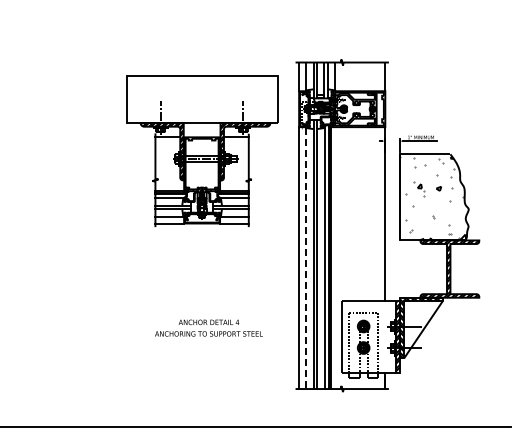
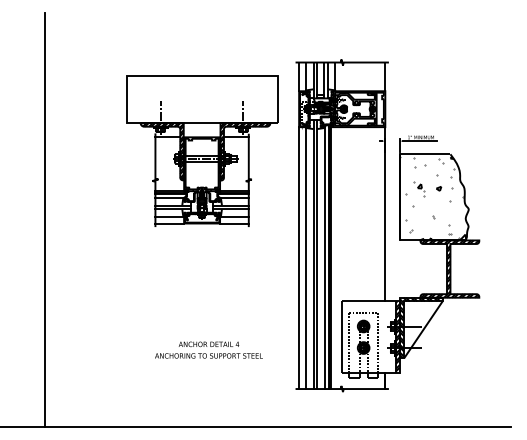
line at (45, 219): none -> present
line at (306, 258): dashed -> solid
text at (208, 327) position: (208, 327) -> (208, 349)
